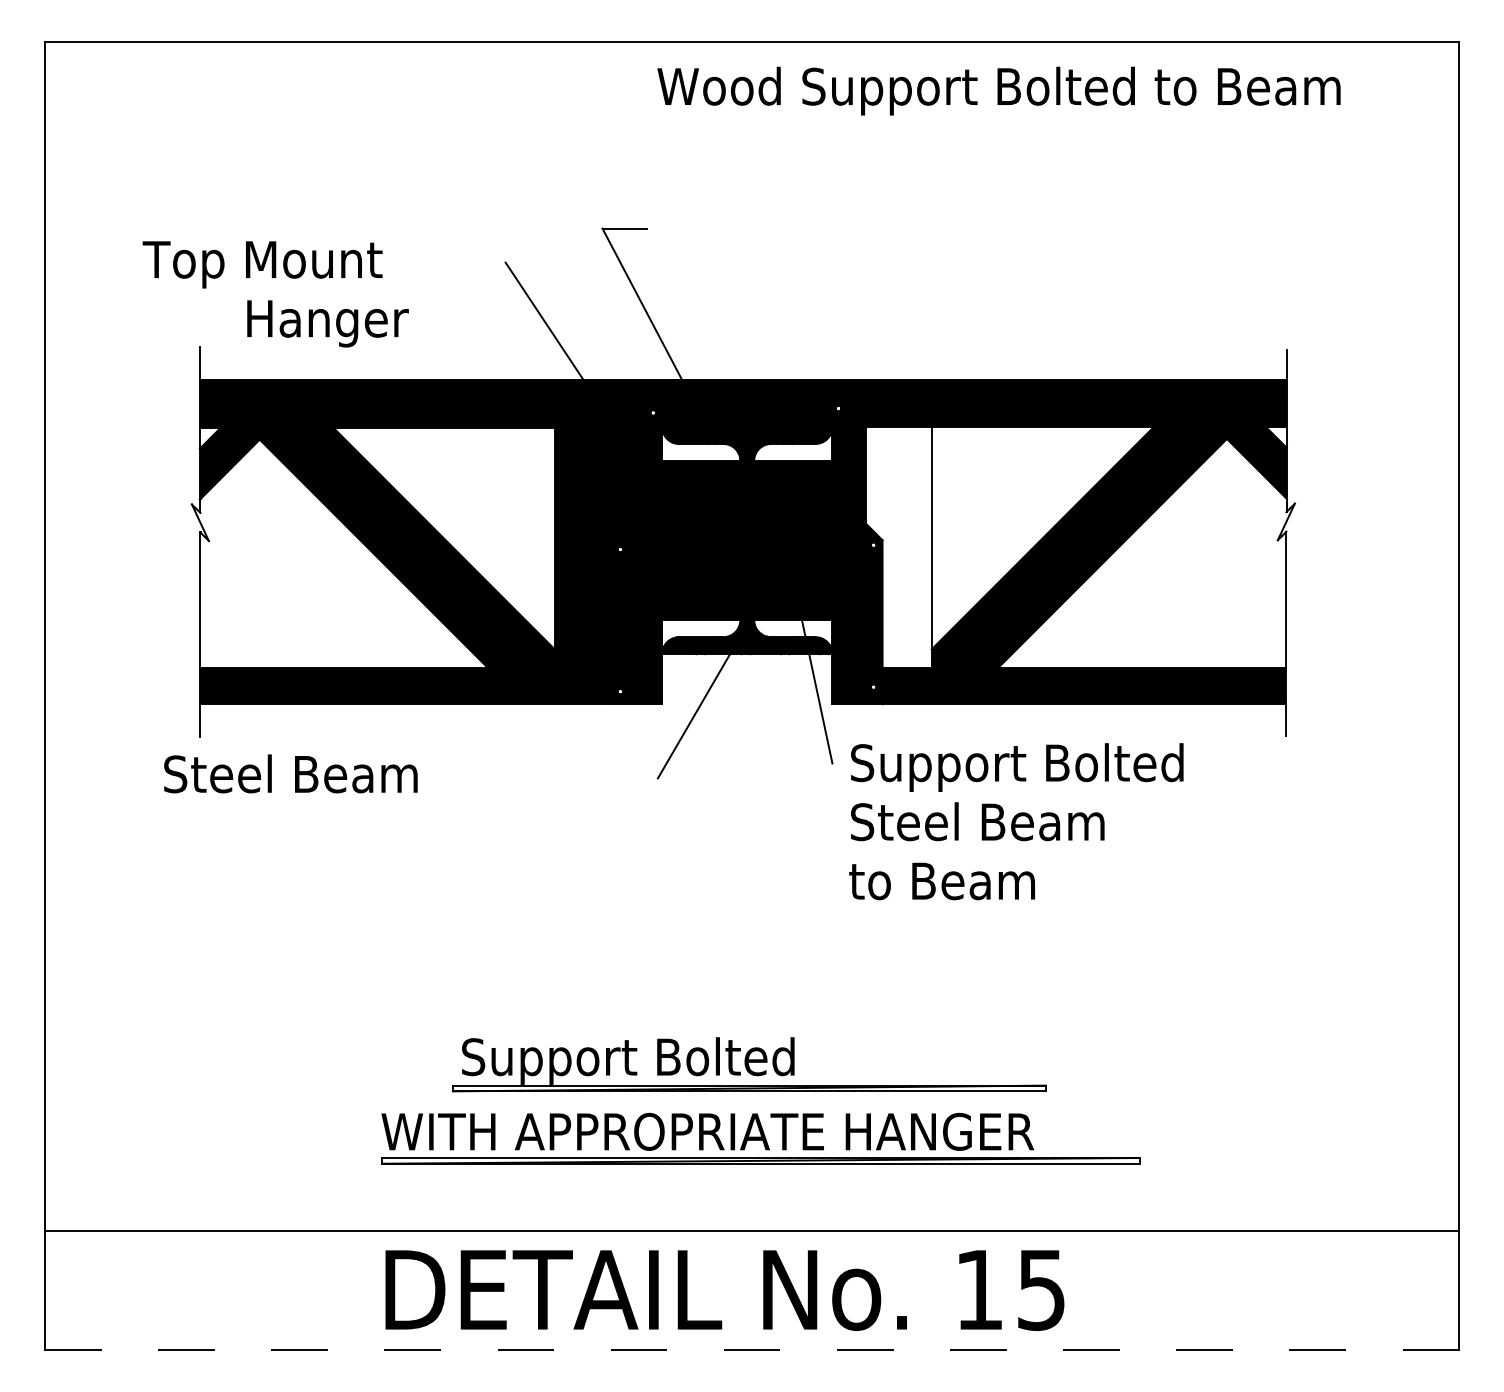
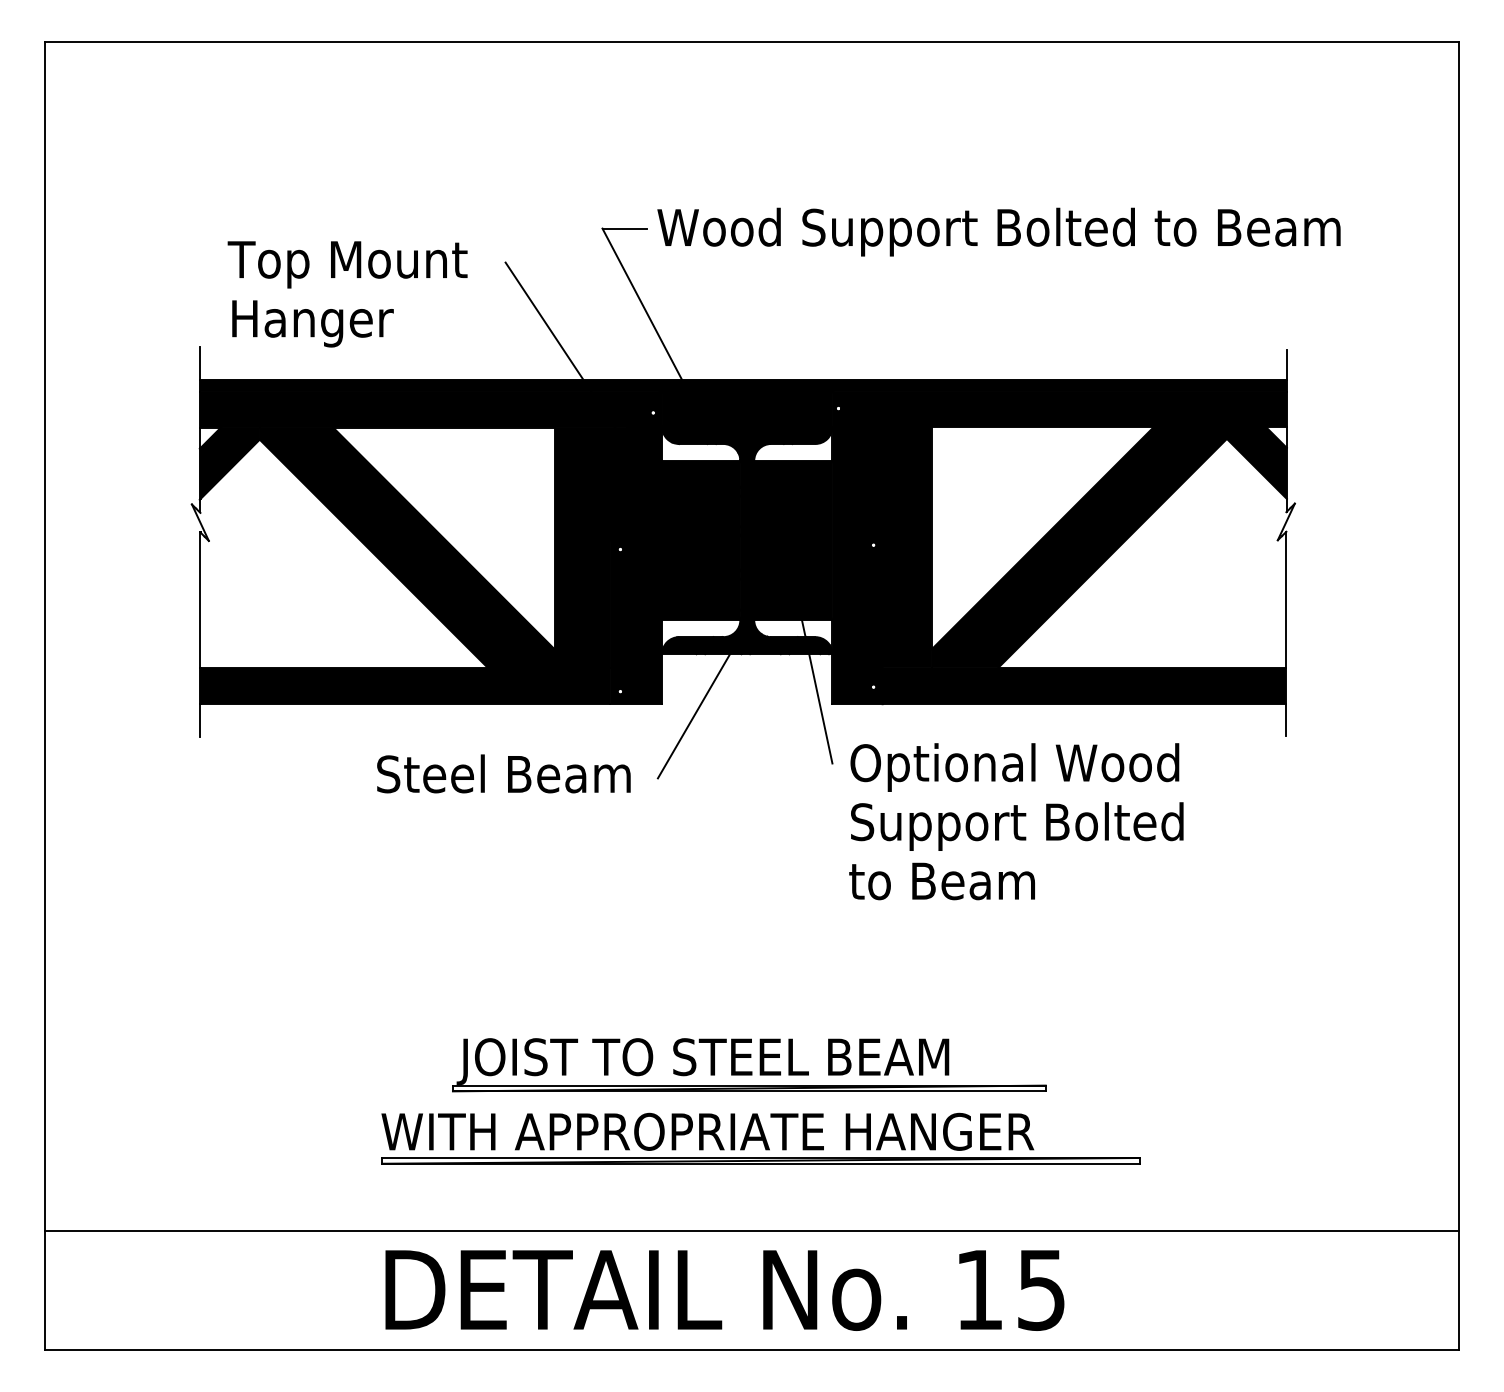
text at (998, 90) position: (998, 90) -> (998, 231)
text at (262, 264) position: (262, 264) -> (347, 264)
text at (327, 323) position: (327, 323) -> (312, 323)
fill at (898, 546): none -> present
text at (1016, 767): Support Bolted -> Optional Wood
text at (290, 773) position: (290, 773) -> (503, 773)
text at (1030, 826): Steel Beam -> Support Bolted
text at (702, 1060): Support Bolted -> JOIST TO STEEL BEAM
line at (751, 1350): dashed -> solid
